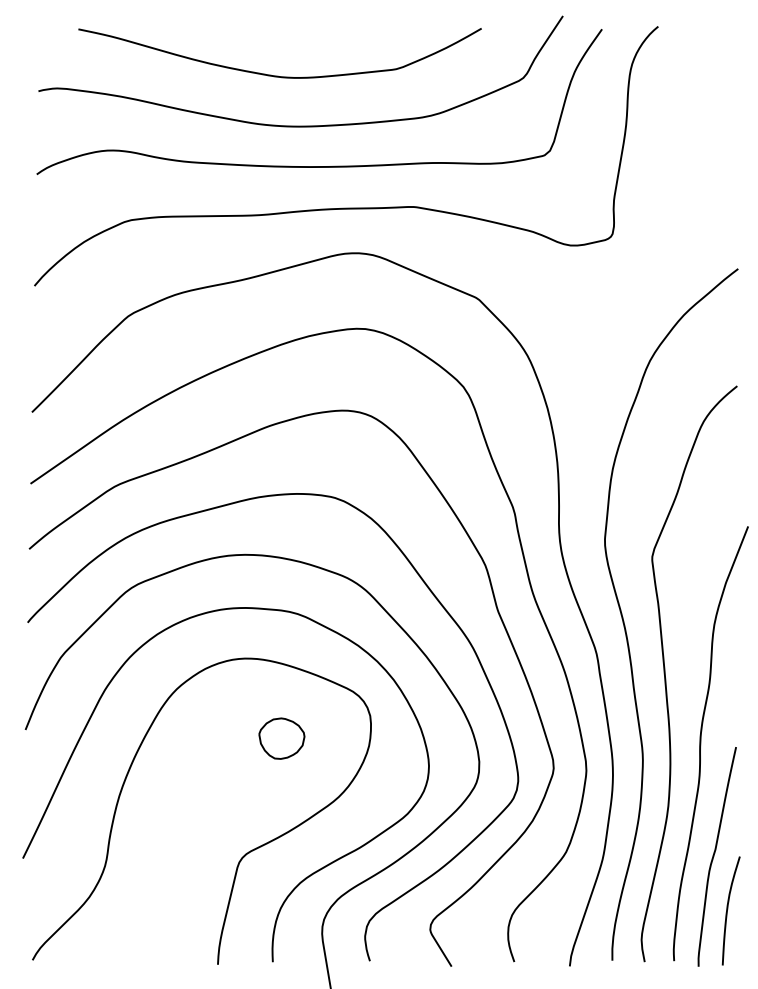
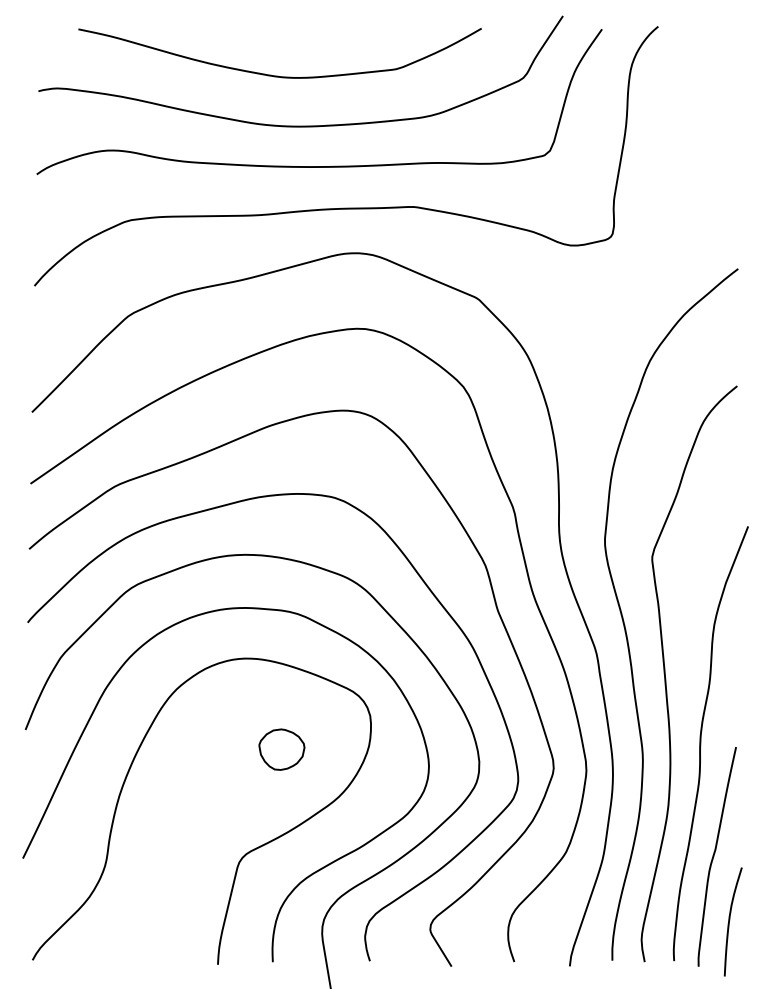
part at (281, 738) position: (281, 738) -> (281, 749)
curve at (728, 909) position: (728, 909) -> (730, 920)
